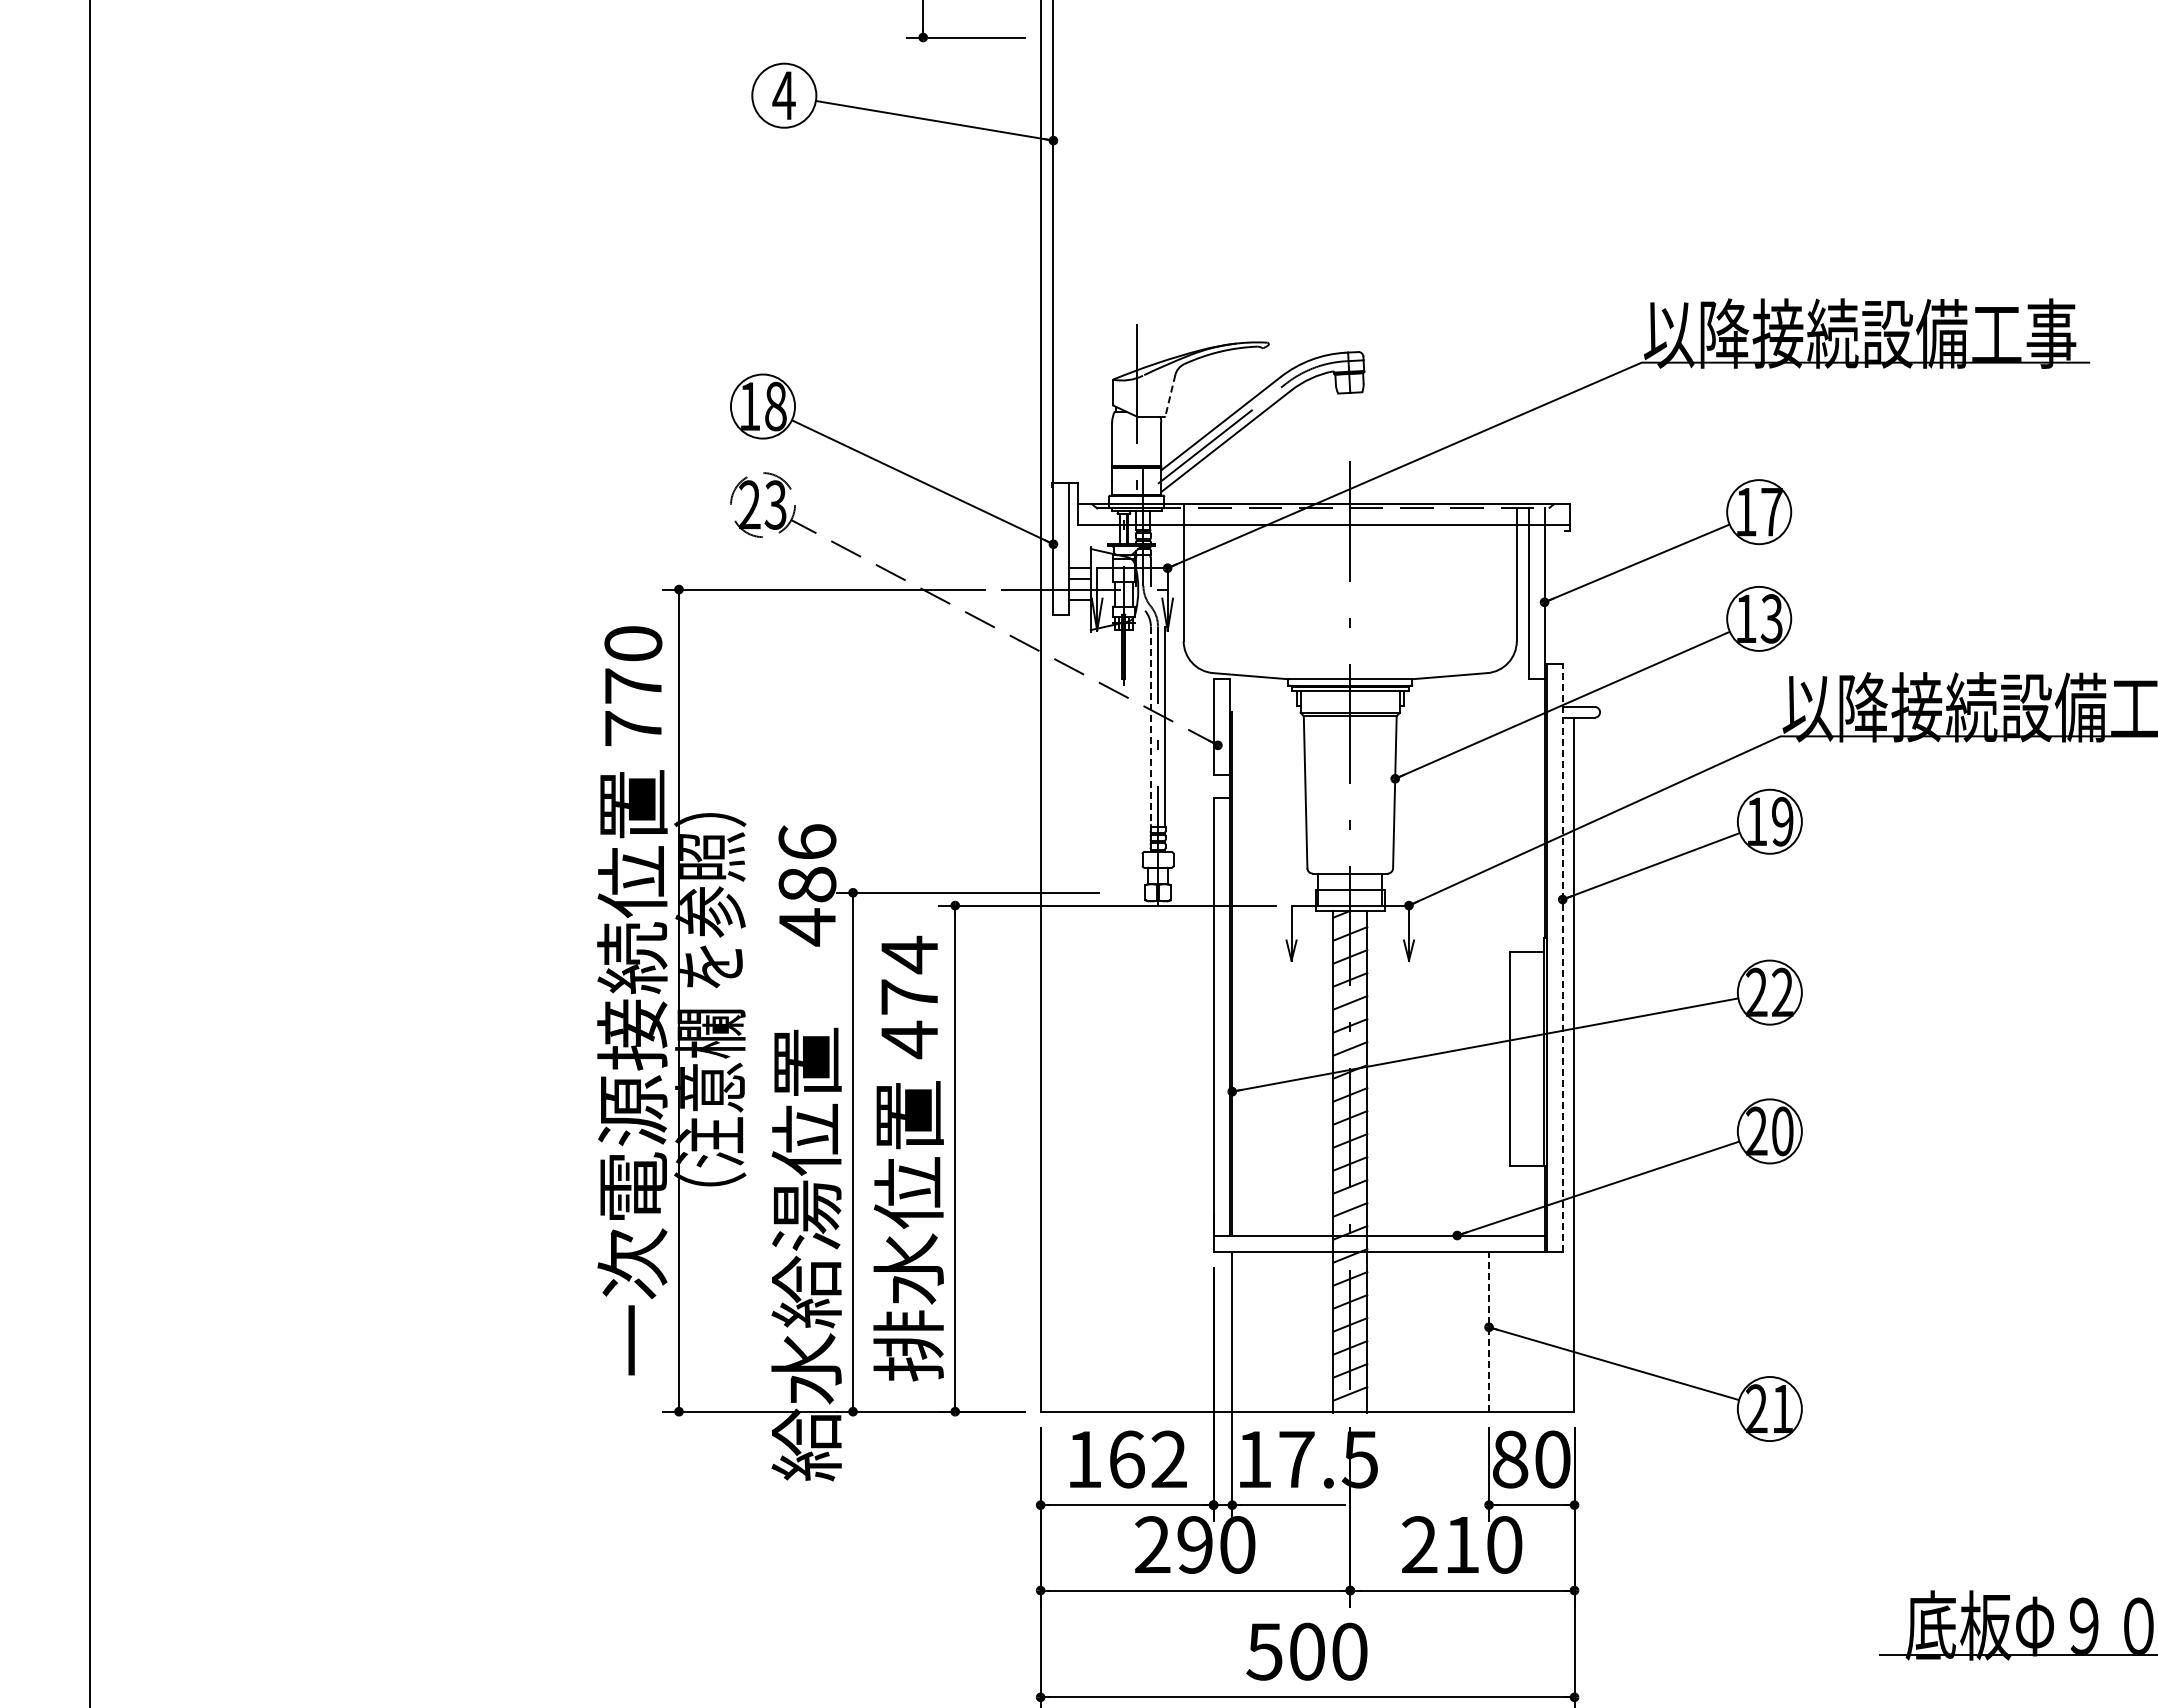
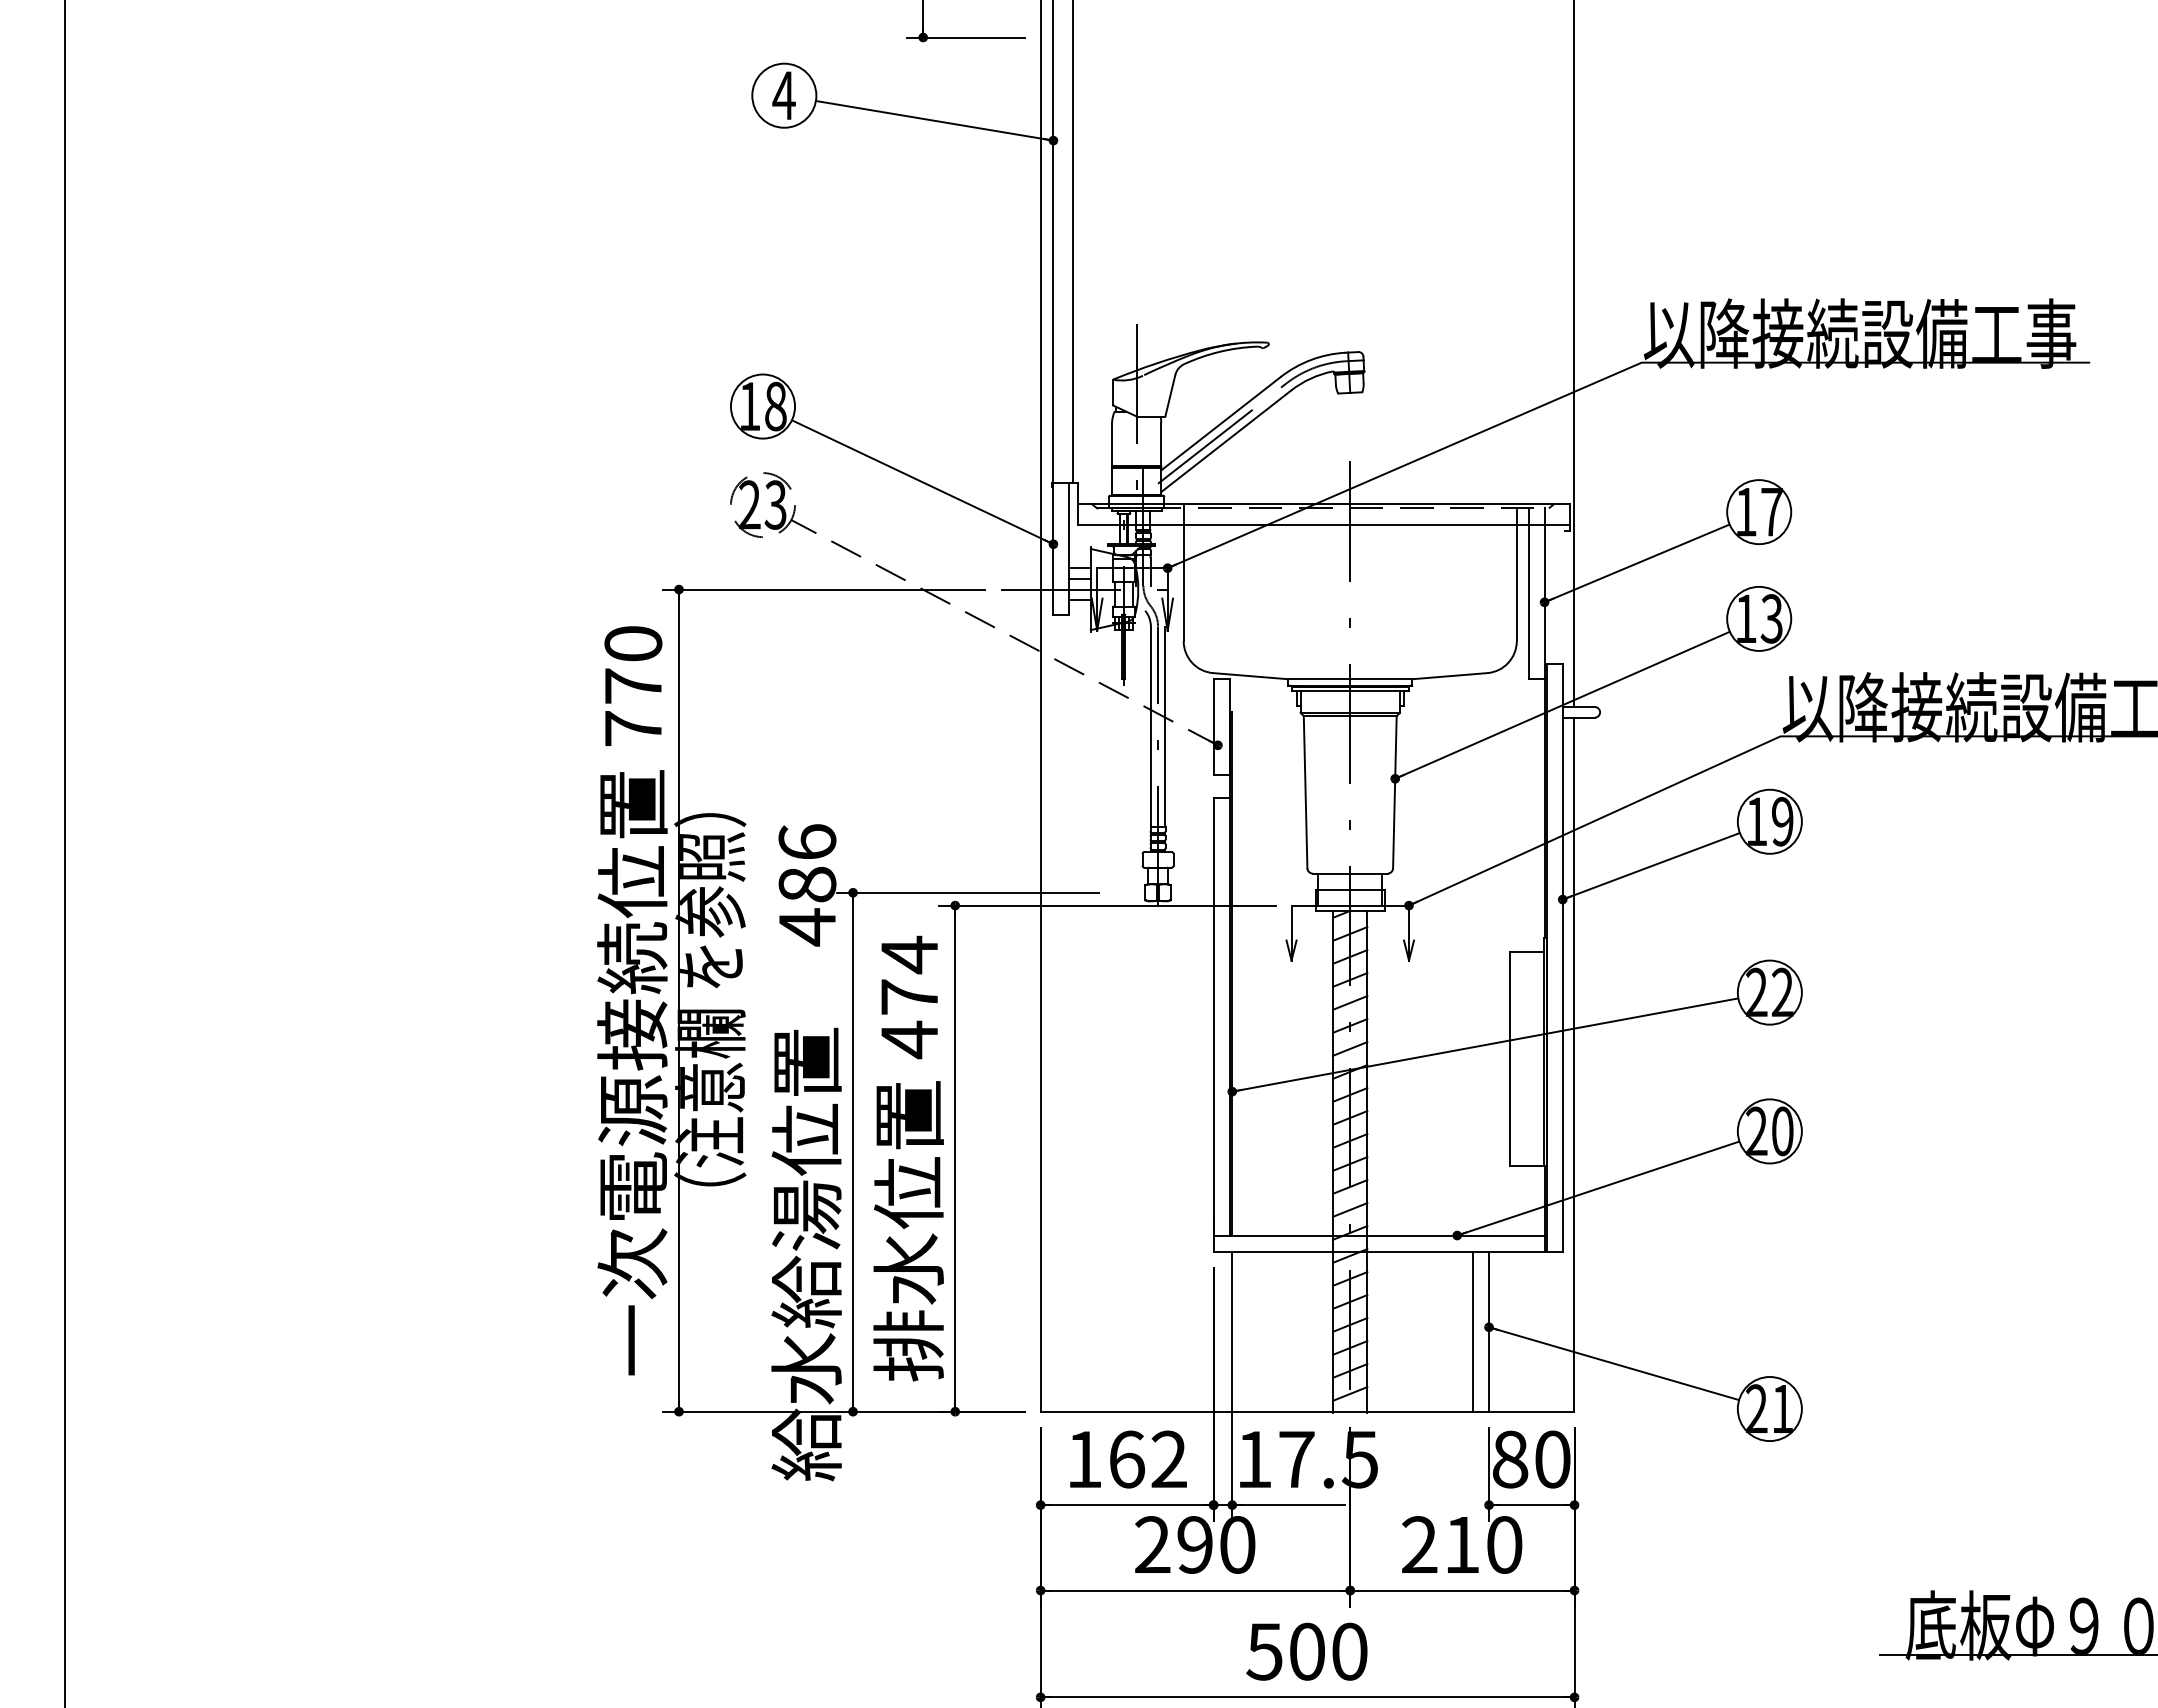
line at (1072, 242): none -> present
line at (1574, 354): none -> present
line at (1170, 396): dashed -> solid
line at (1150, 725): dashed -> solid
line at (89, 853) position: (89, 853) -> (64, 853)
line at (1562, 957): dashed -> solid
line at (1473, 1331): none -> present
line at (1489, 1331): dashed -> solid
